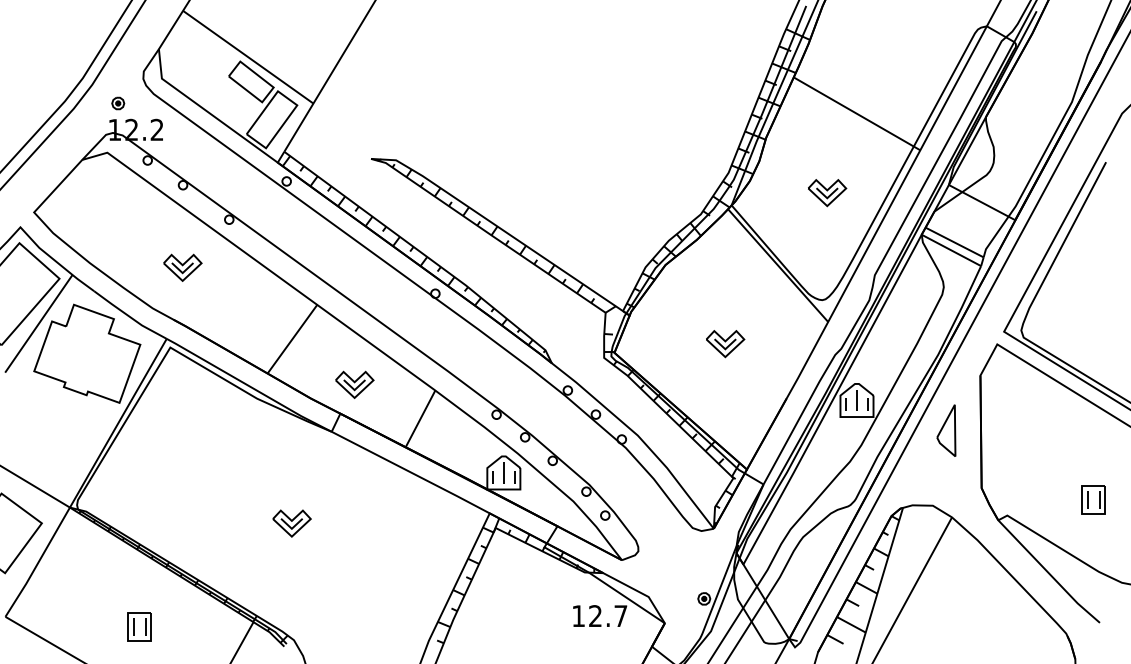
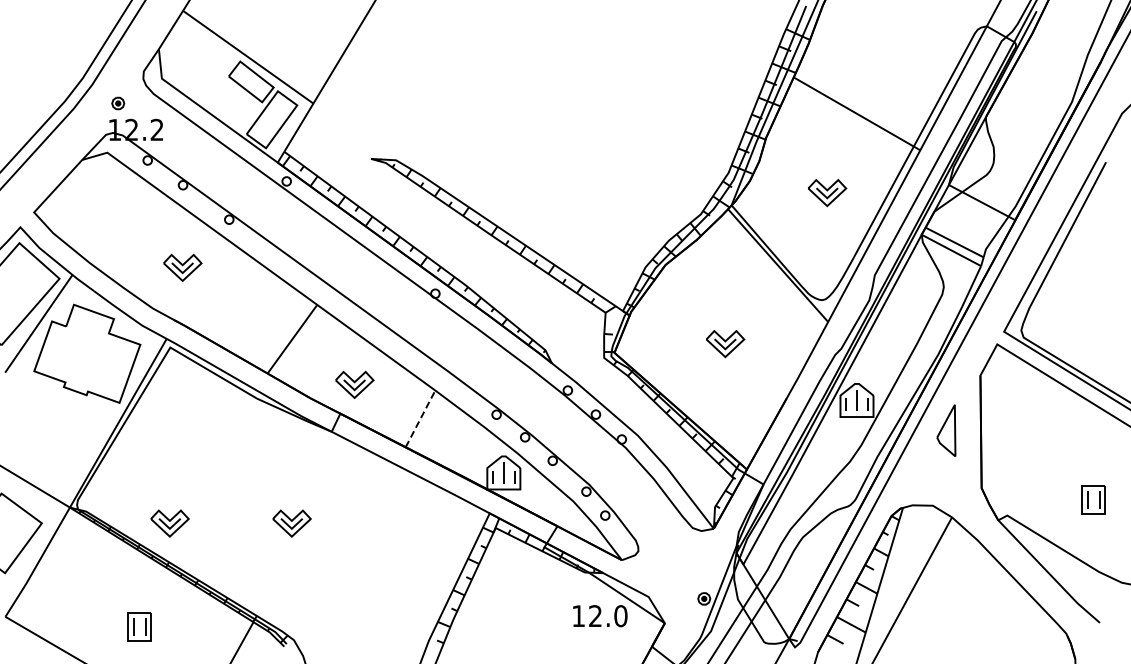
line at (420, 418): solid -> dashed
part at (169, 523): none -> present
text at (620, 616): 12.7 -> 12.0
